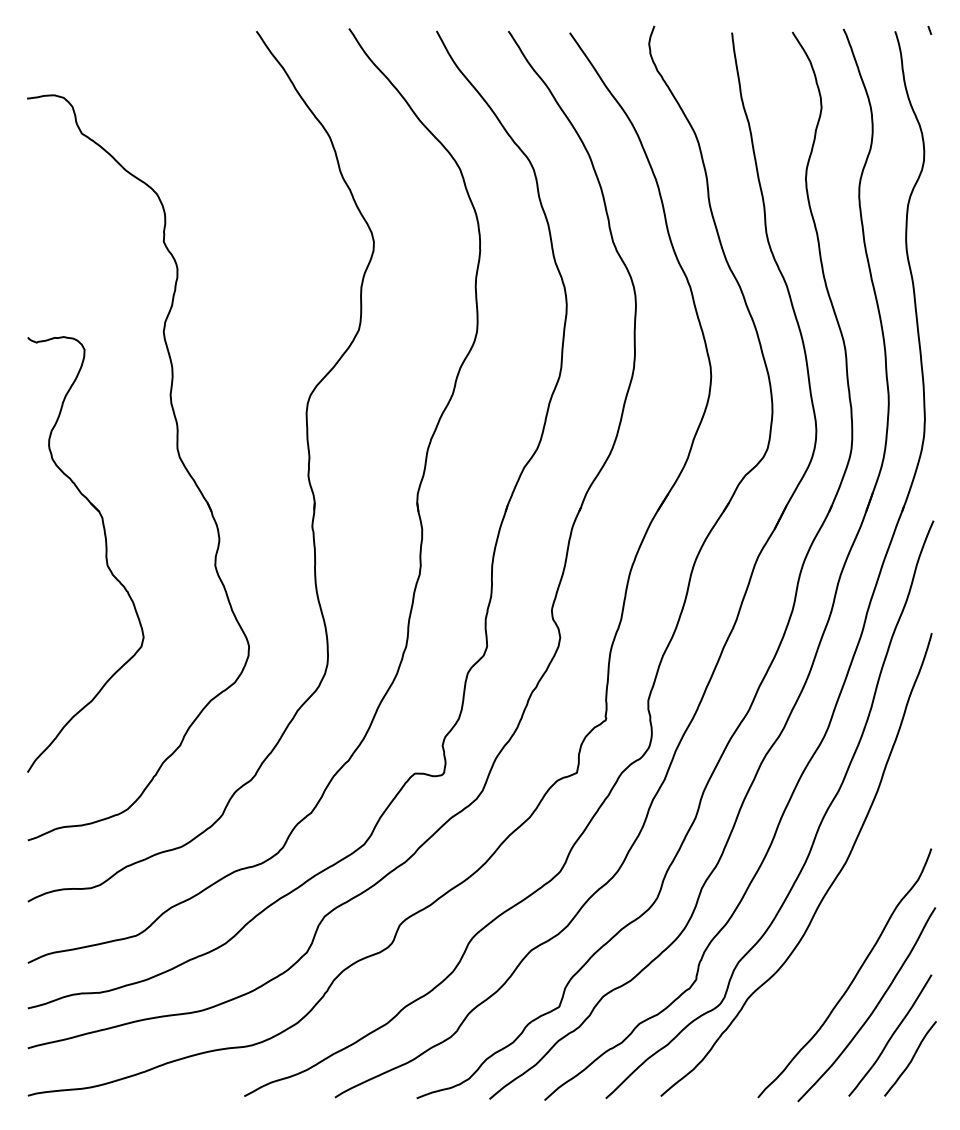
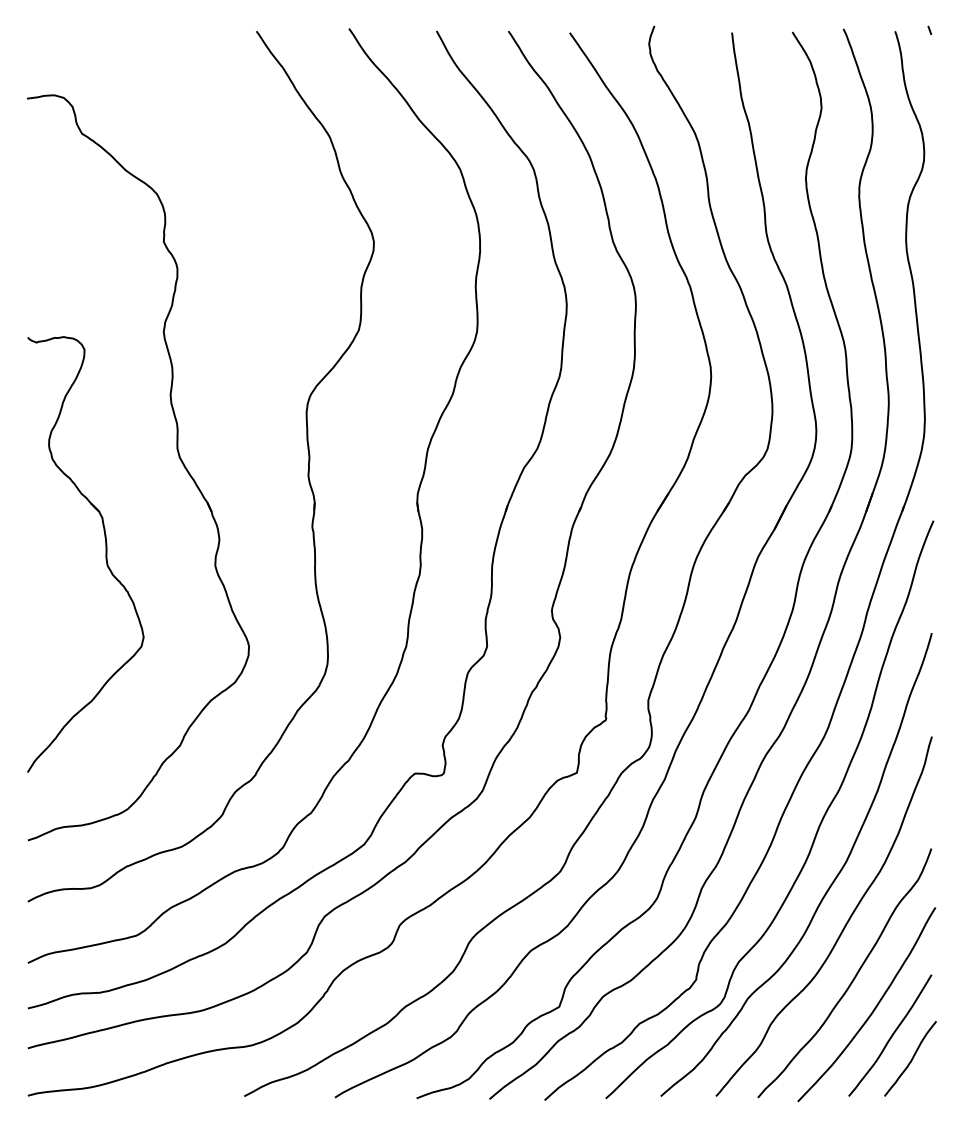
curve at (841, 930): none -> present
